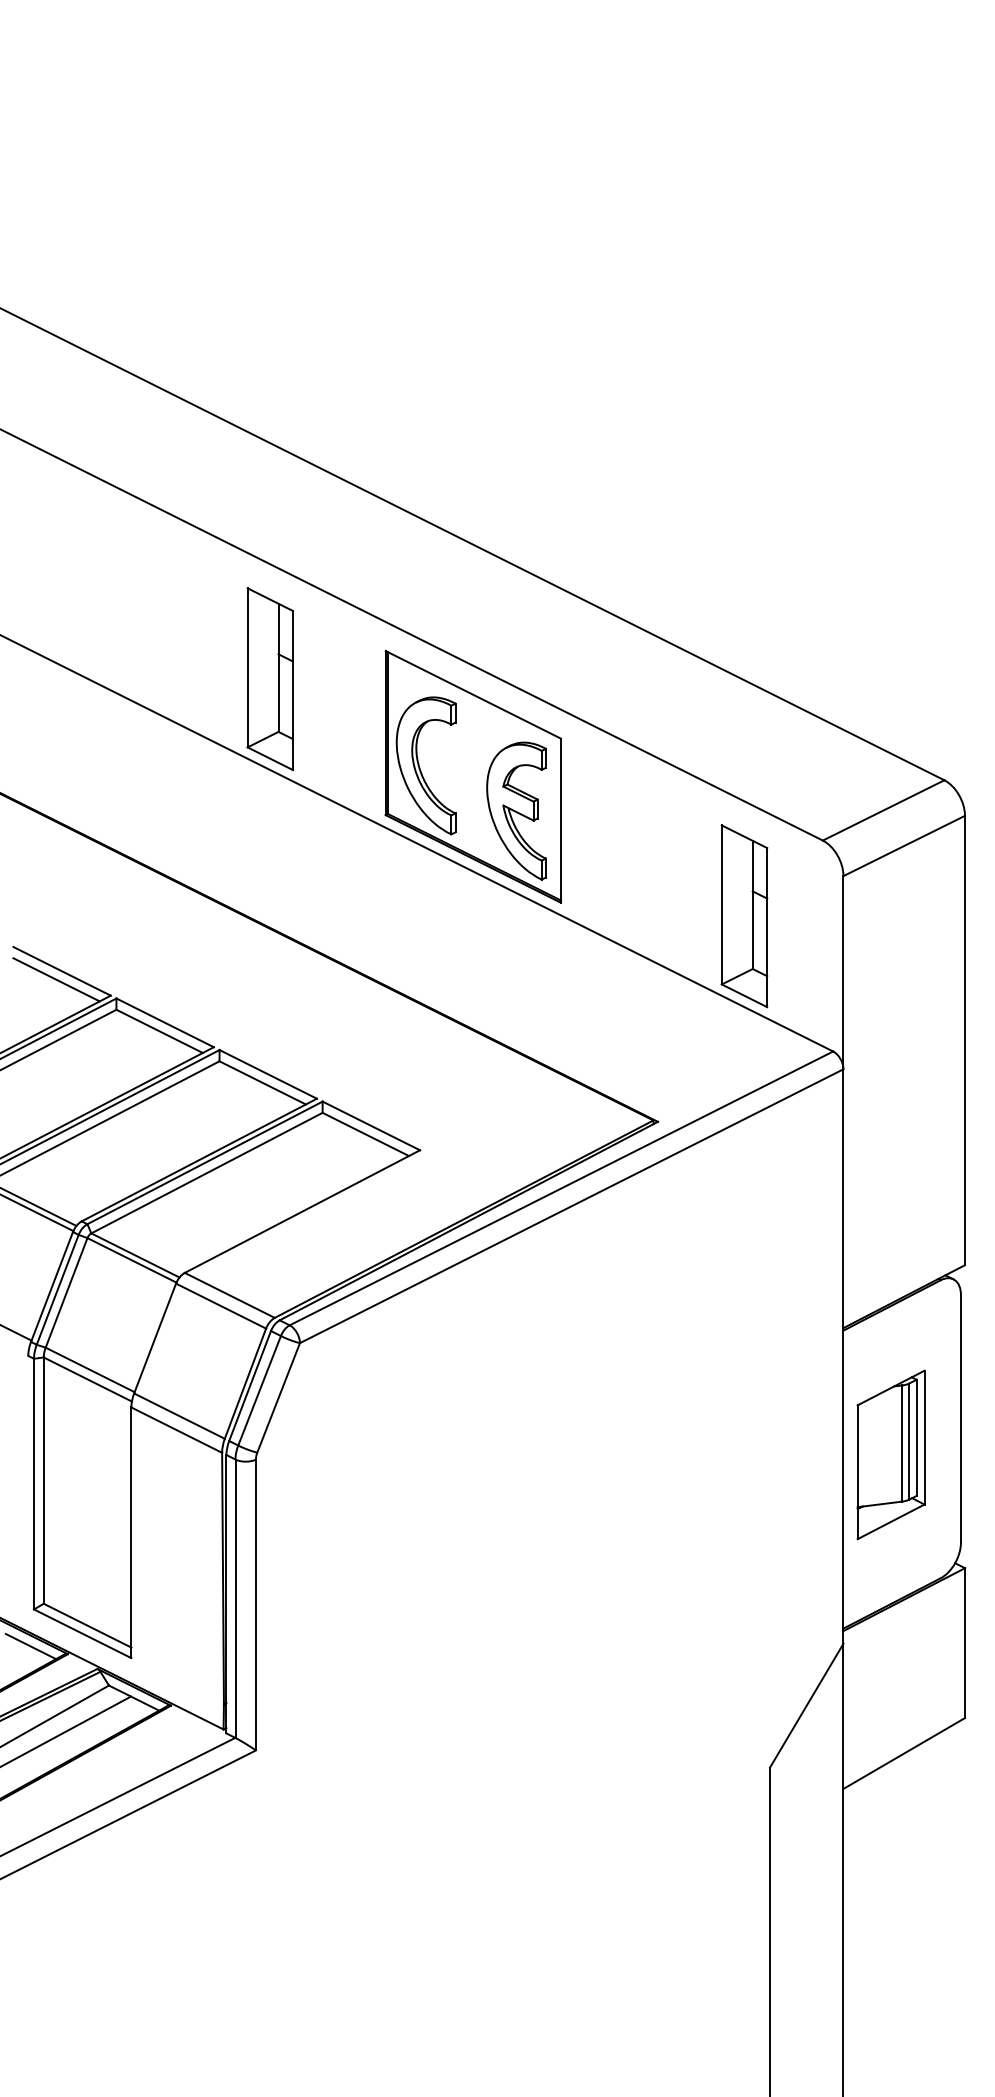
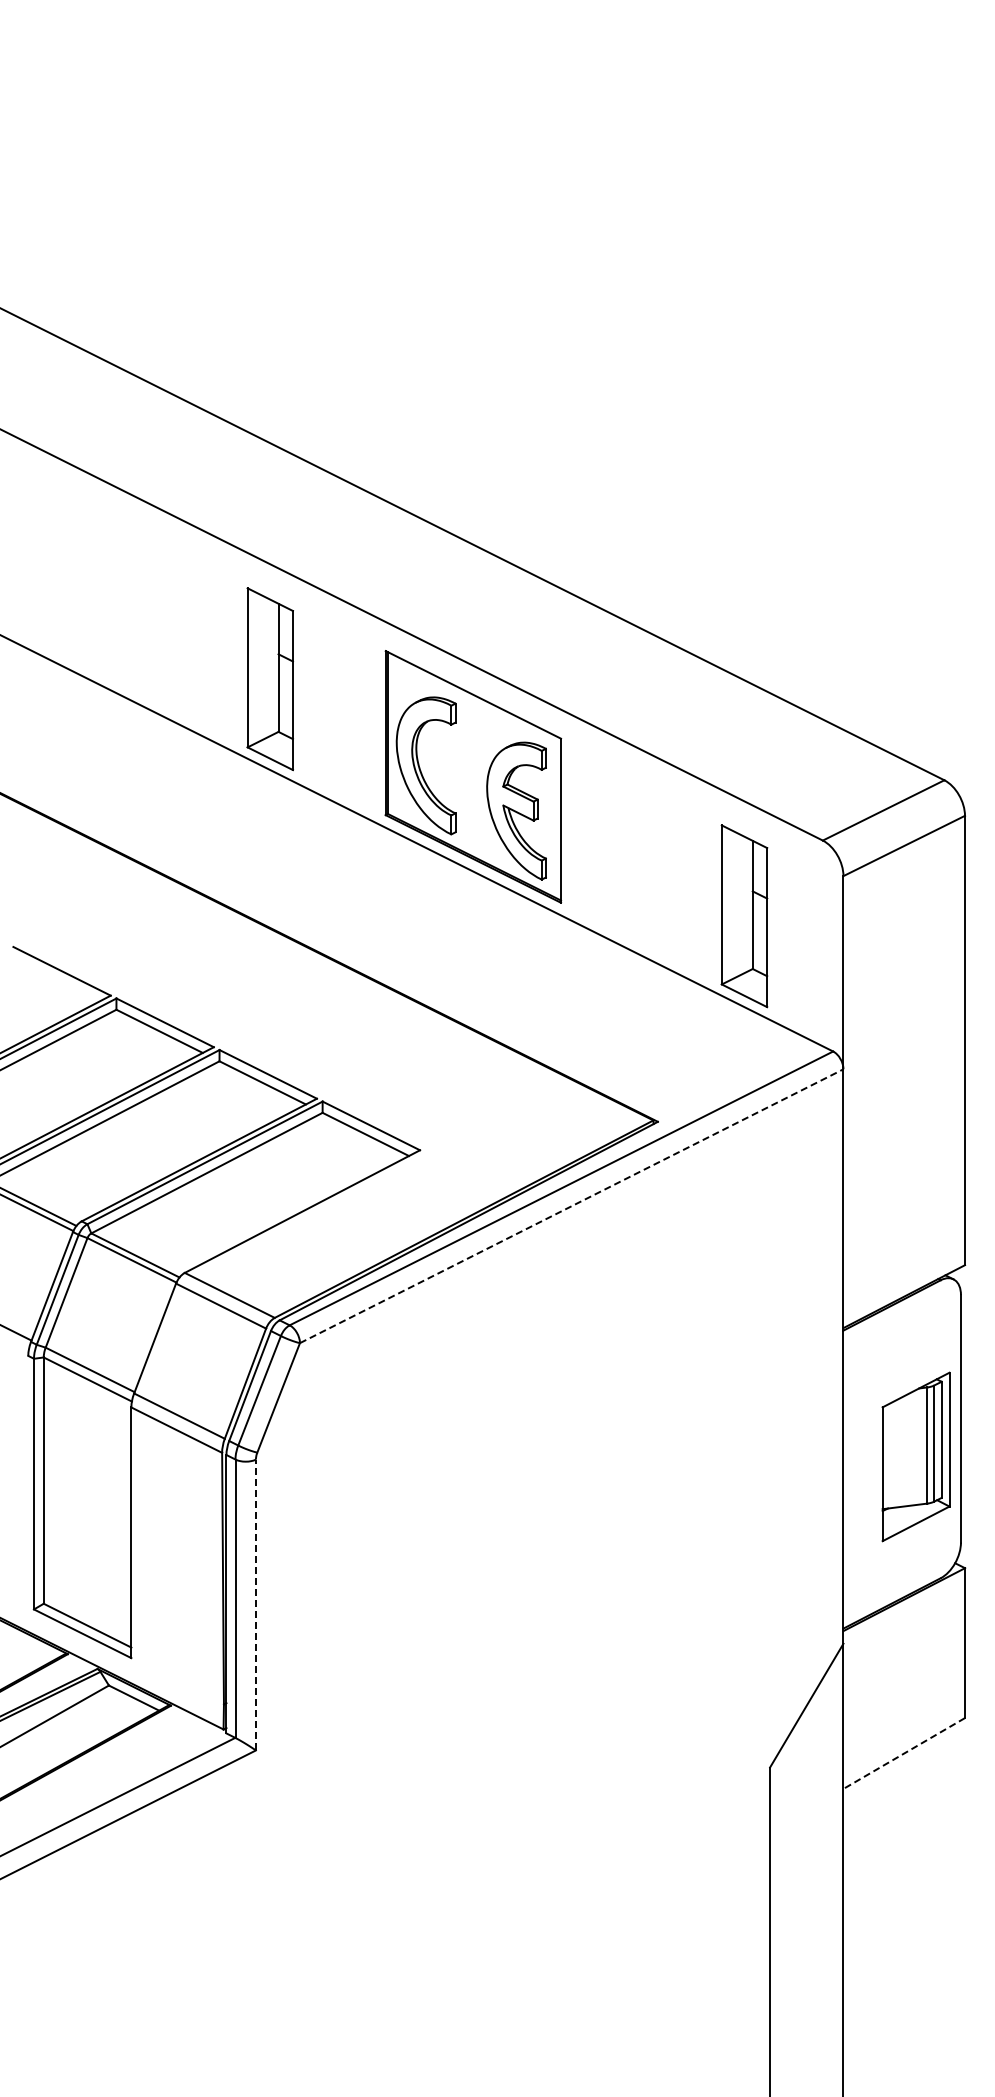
line at (56, 979): present -> none
line at (572, 1205): solid -> dashed
part at (890, 1454) position: (890, 1454) -> (915, 1456)
line at (255, 1604): solid -> dashed
line at (30, 1646): present -> none
line at (66, 1731): present -> none
line at (903, 1753): solid -> dashed
